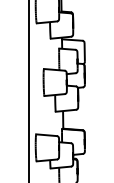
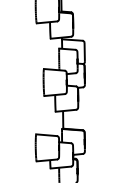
line at (29, 90): present -> none
